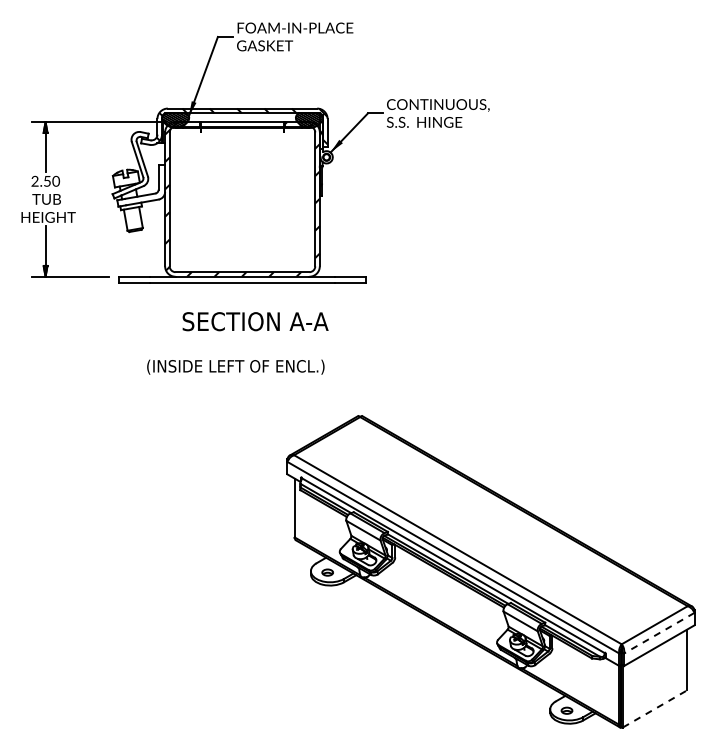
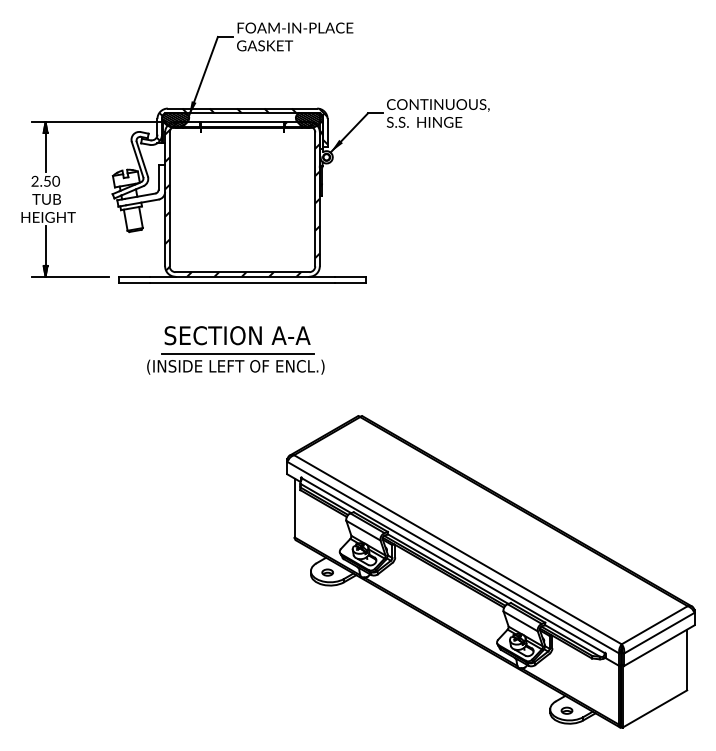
text at (255, 321) position: (255, 321) -> (237, 335)
line at (237, 354): none -> present
line at (659, 633): dashed -> solid
line at (655, 708): dashed -> solid
